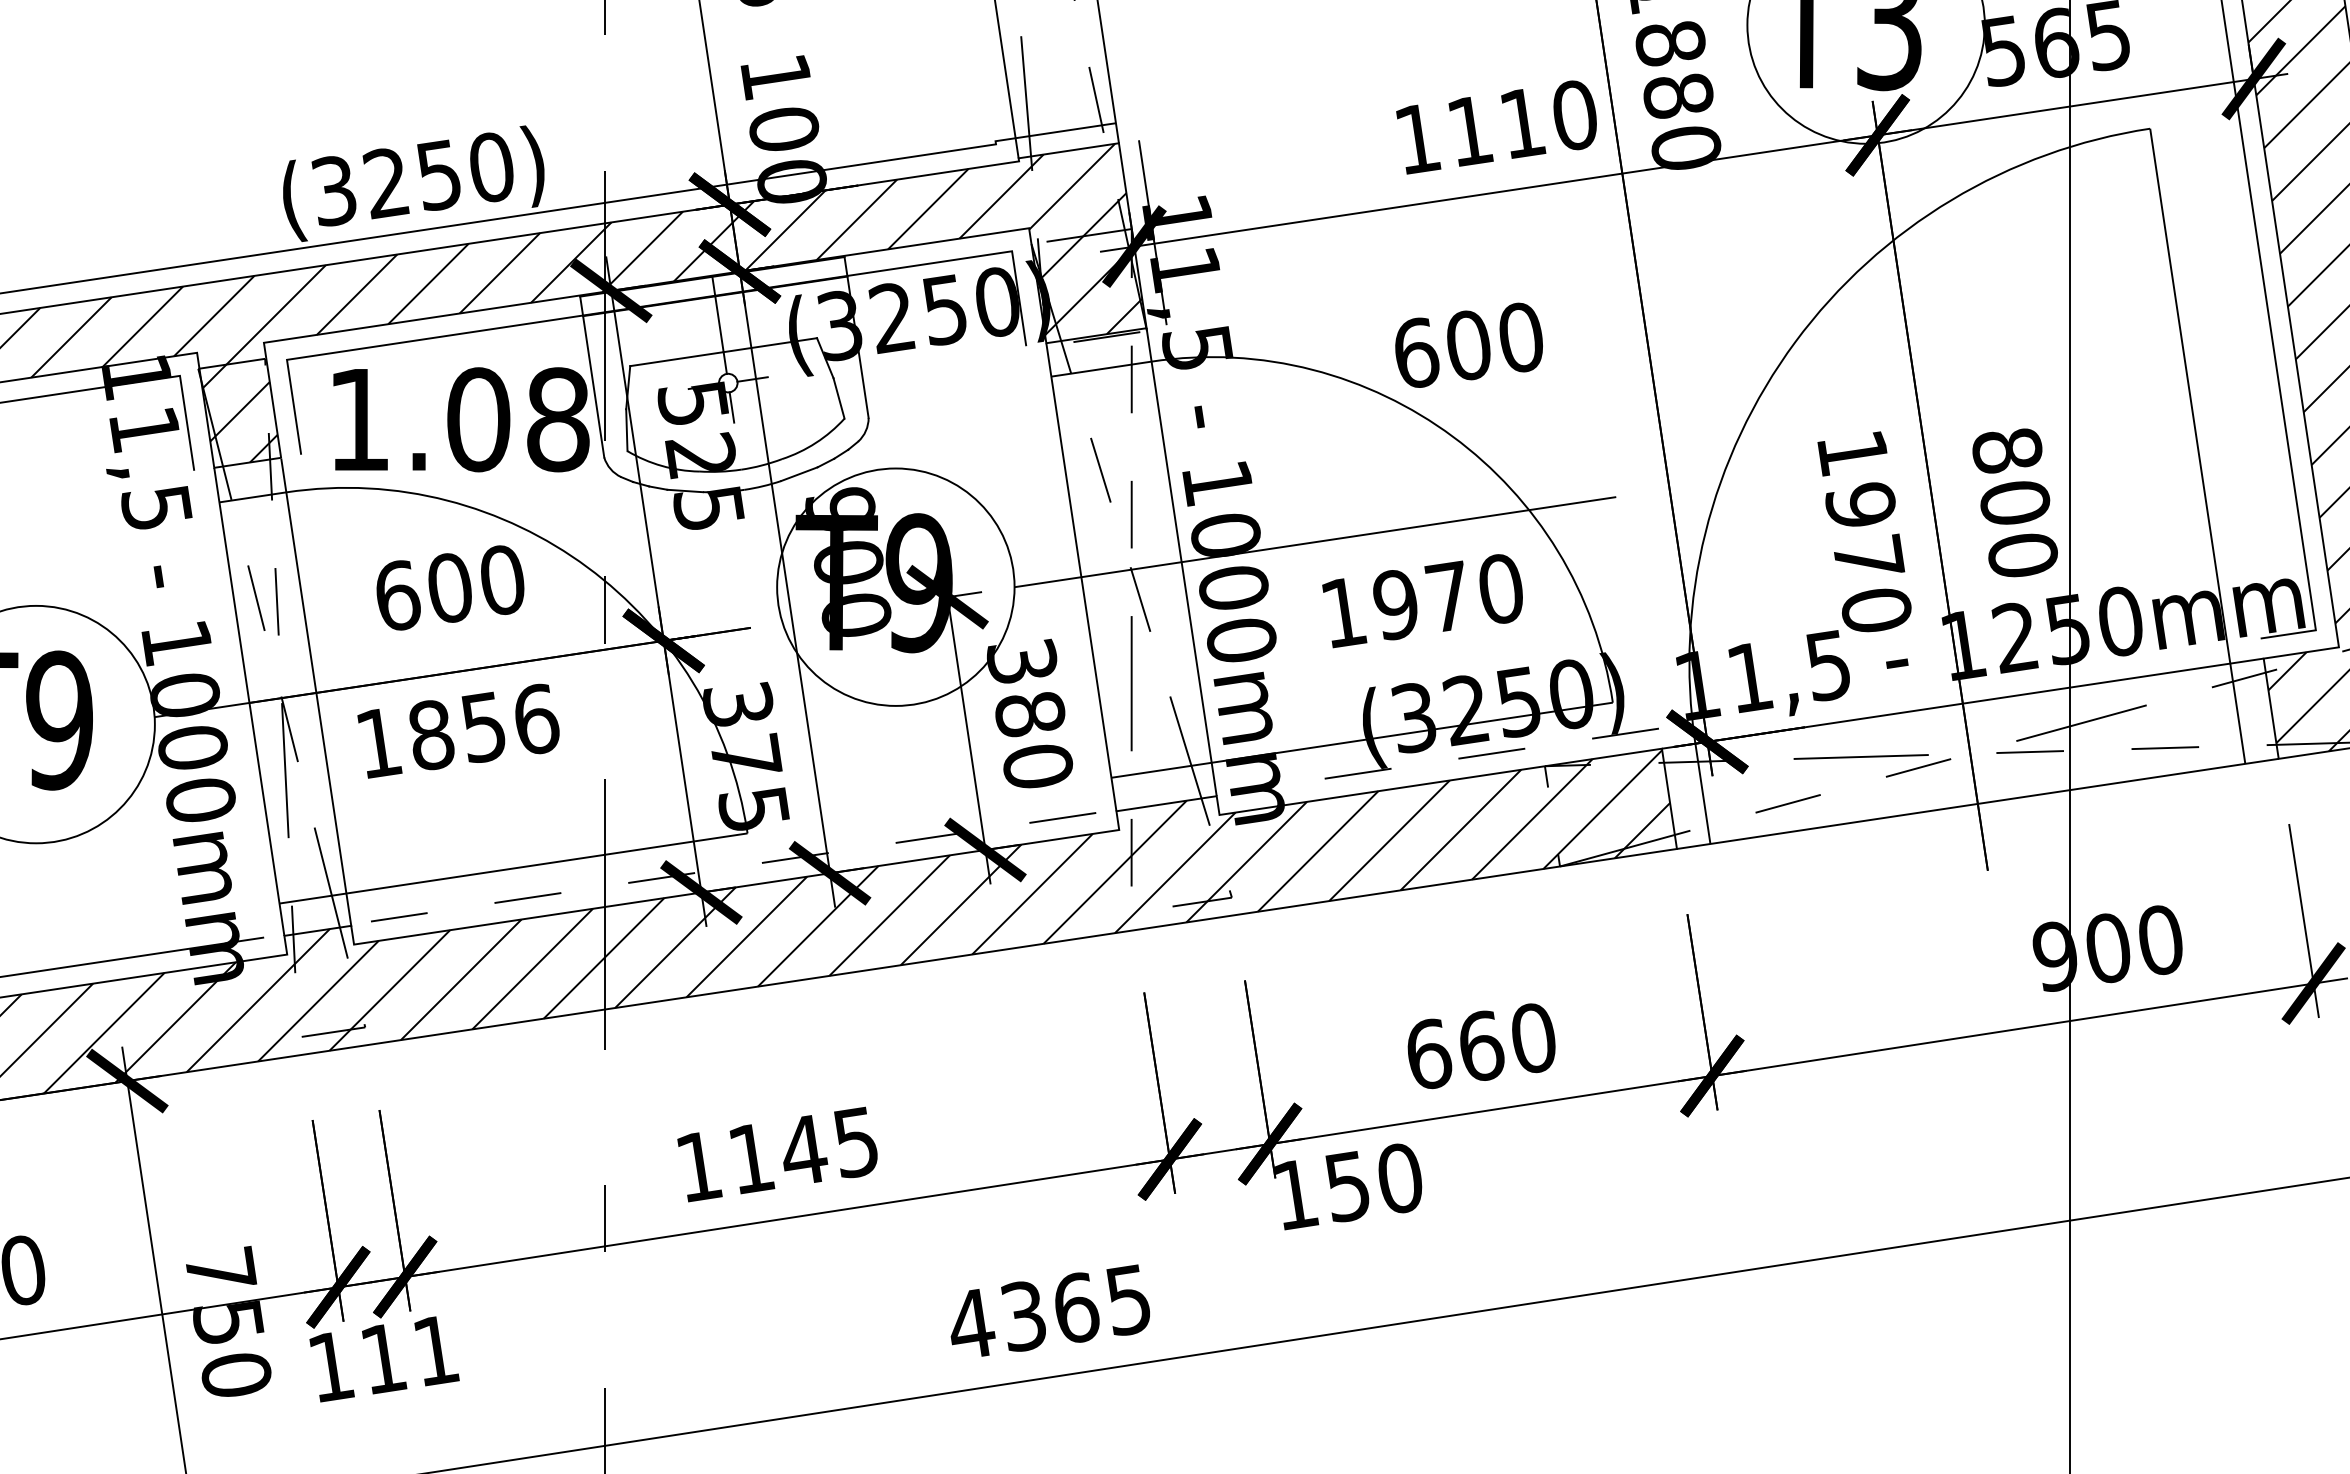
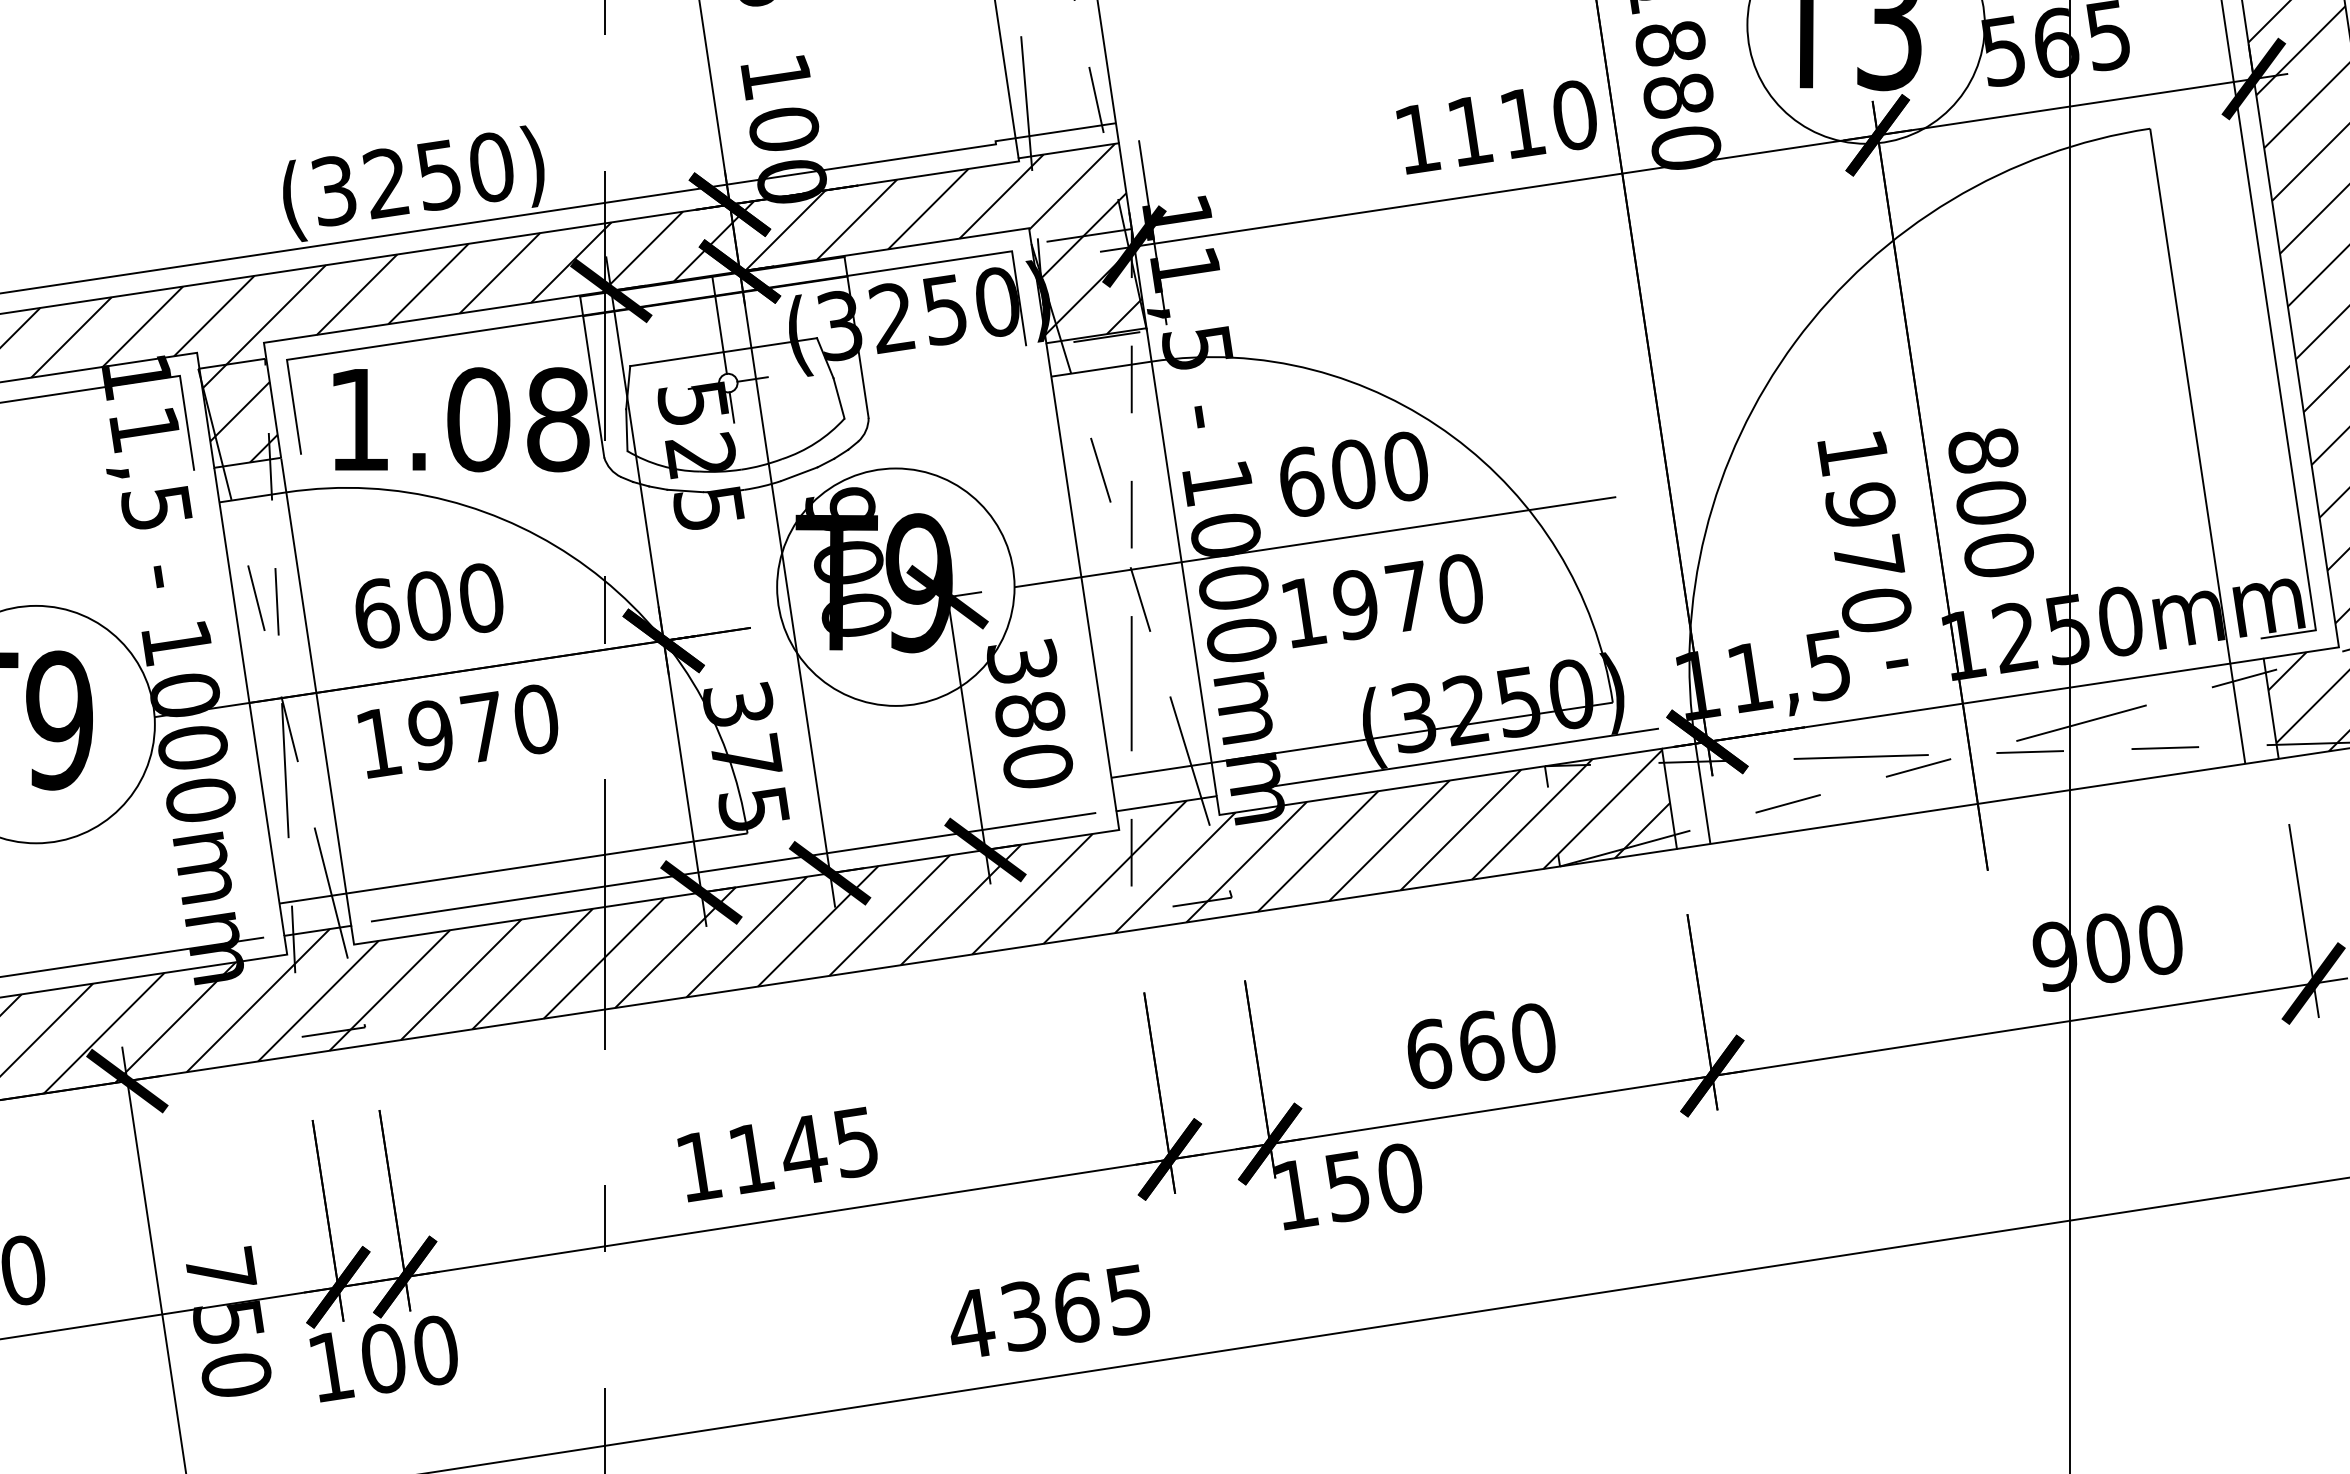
text at (1468, 344) position: (1468, 344) -> (1353, 473)
text at (2014, 502) position: (2014, 502) -> (1990, 502)
text at (450, 587) position: (450, 587) -> (429, 605)
text at (1422, 601) position: (1422, 601) -> (1382, 601)
text at (483, 726): 1856 -> 1970
line at (1447, 760): dashed -> solid
line at (733, 867): dashed -> solid
text at (410, 1354): 111 -> 100
